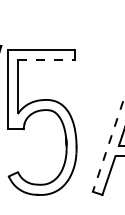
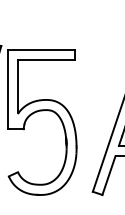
line at (46, 60): dashed -> solid
line at (108, 144): dashed -> solid
